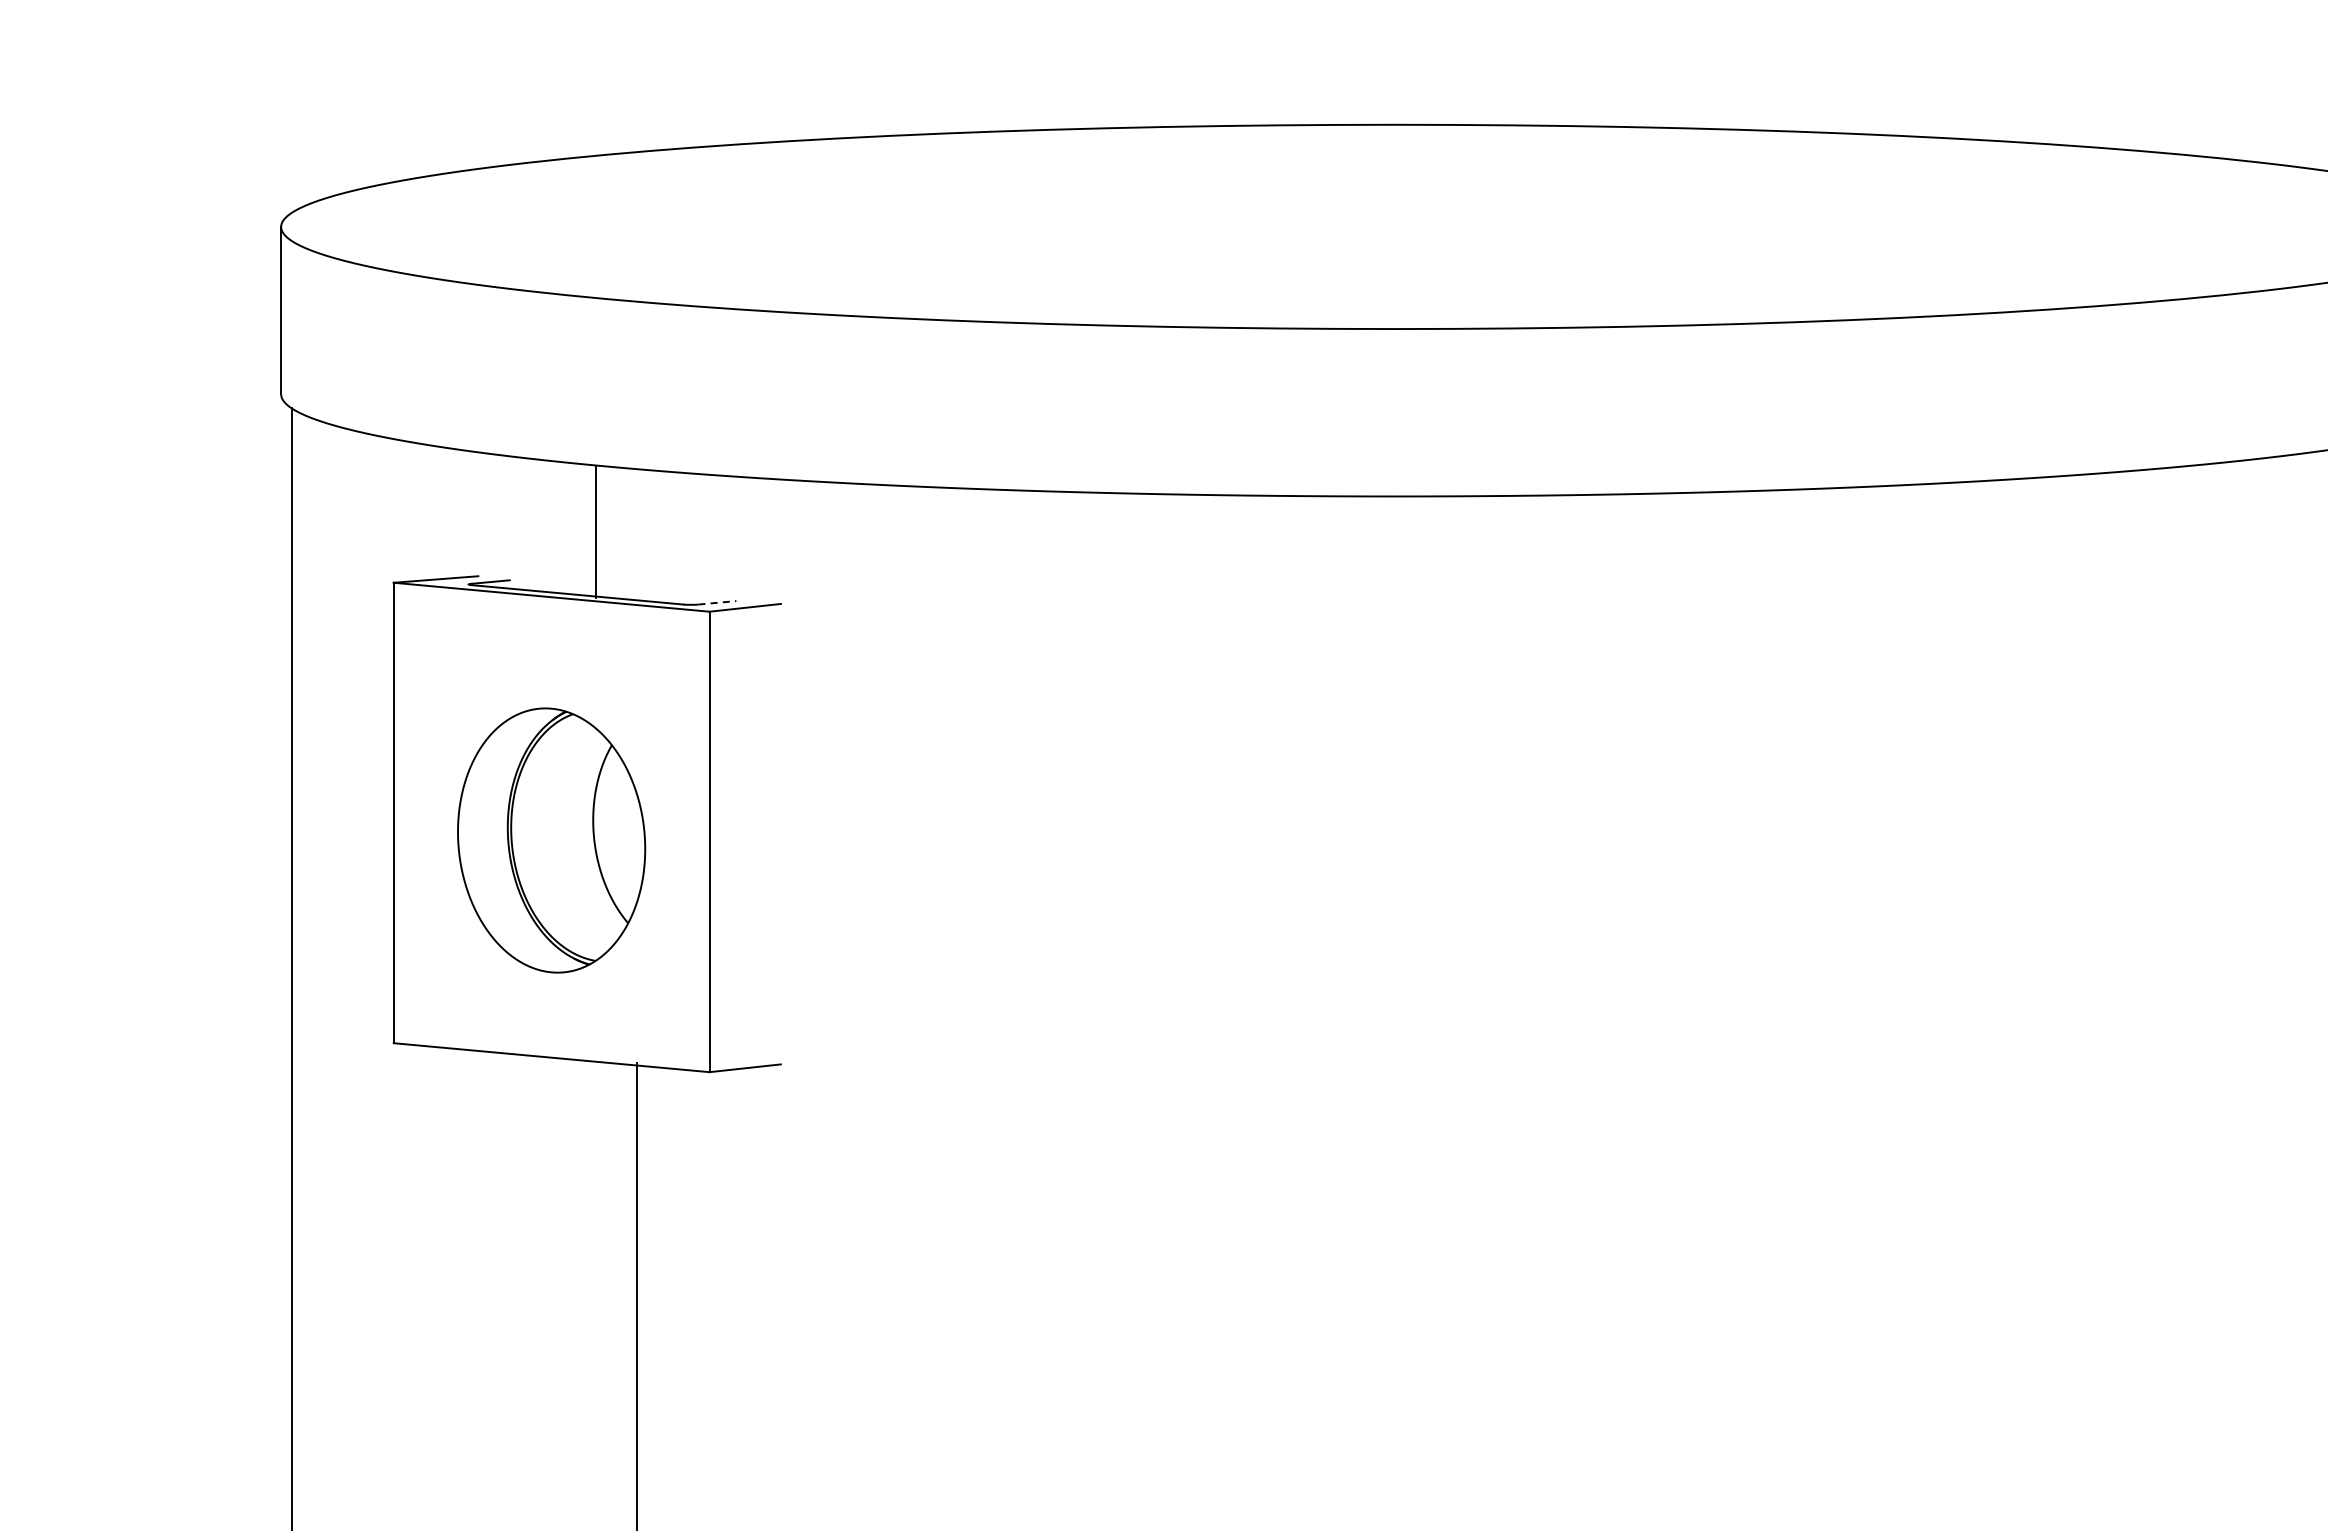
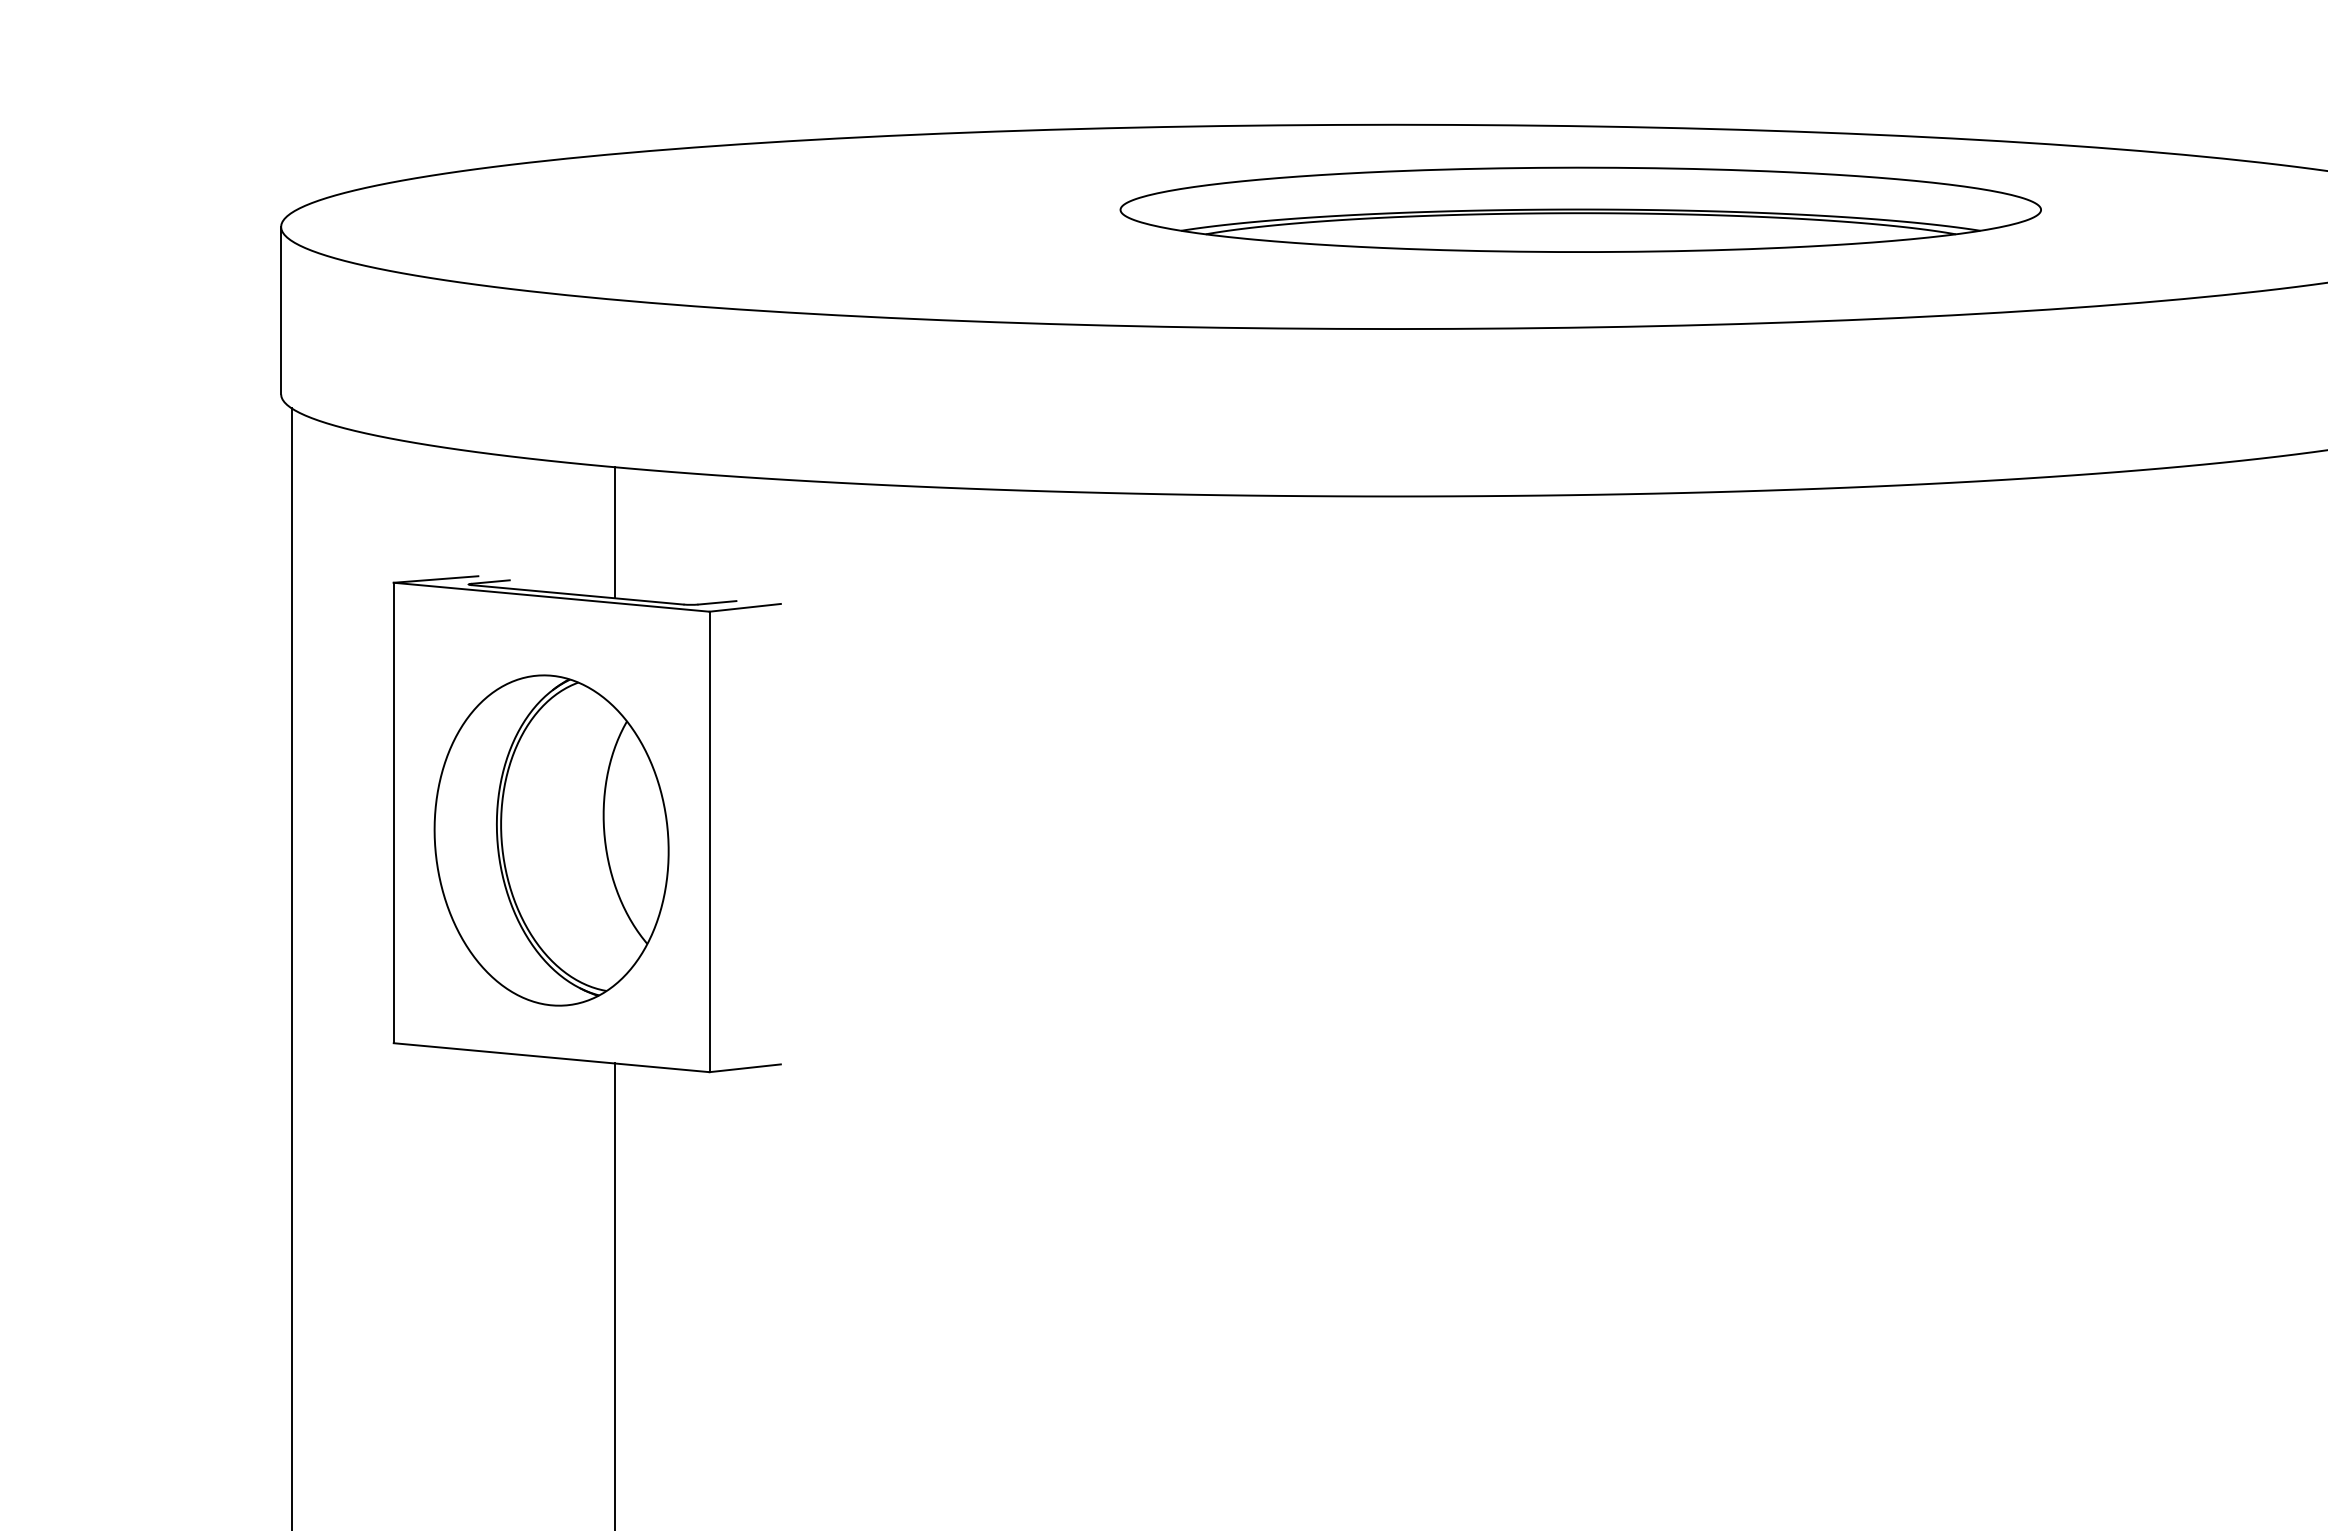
part at (1580, 209): none -> present
line at (595, 532) position: (595, 532) -> (614, 532)
line at (717, 602): dashed -> solid
part at (551, 840) size: 190x267 px -> 237x333 px
line at (636, 1295) position: (636, 1295) -> (614, 1295)
